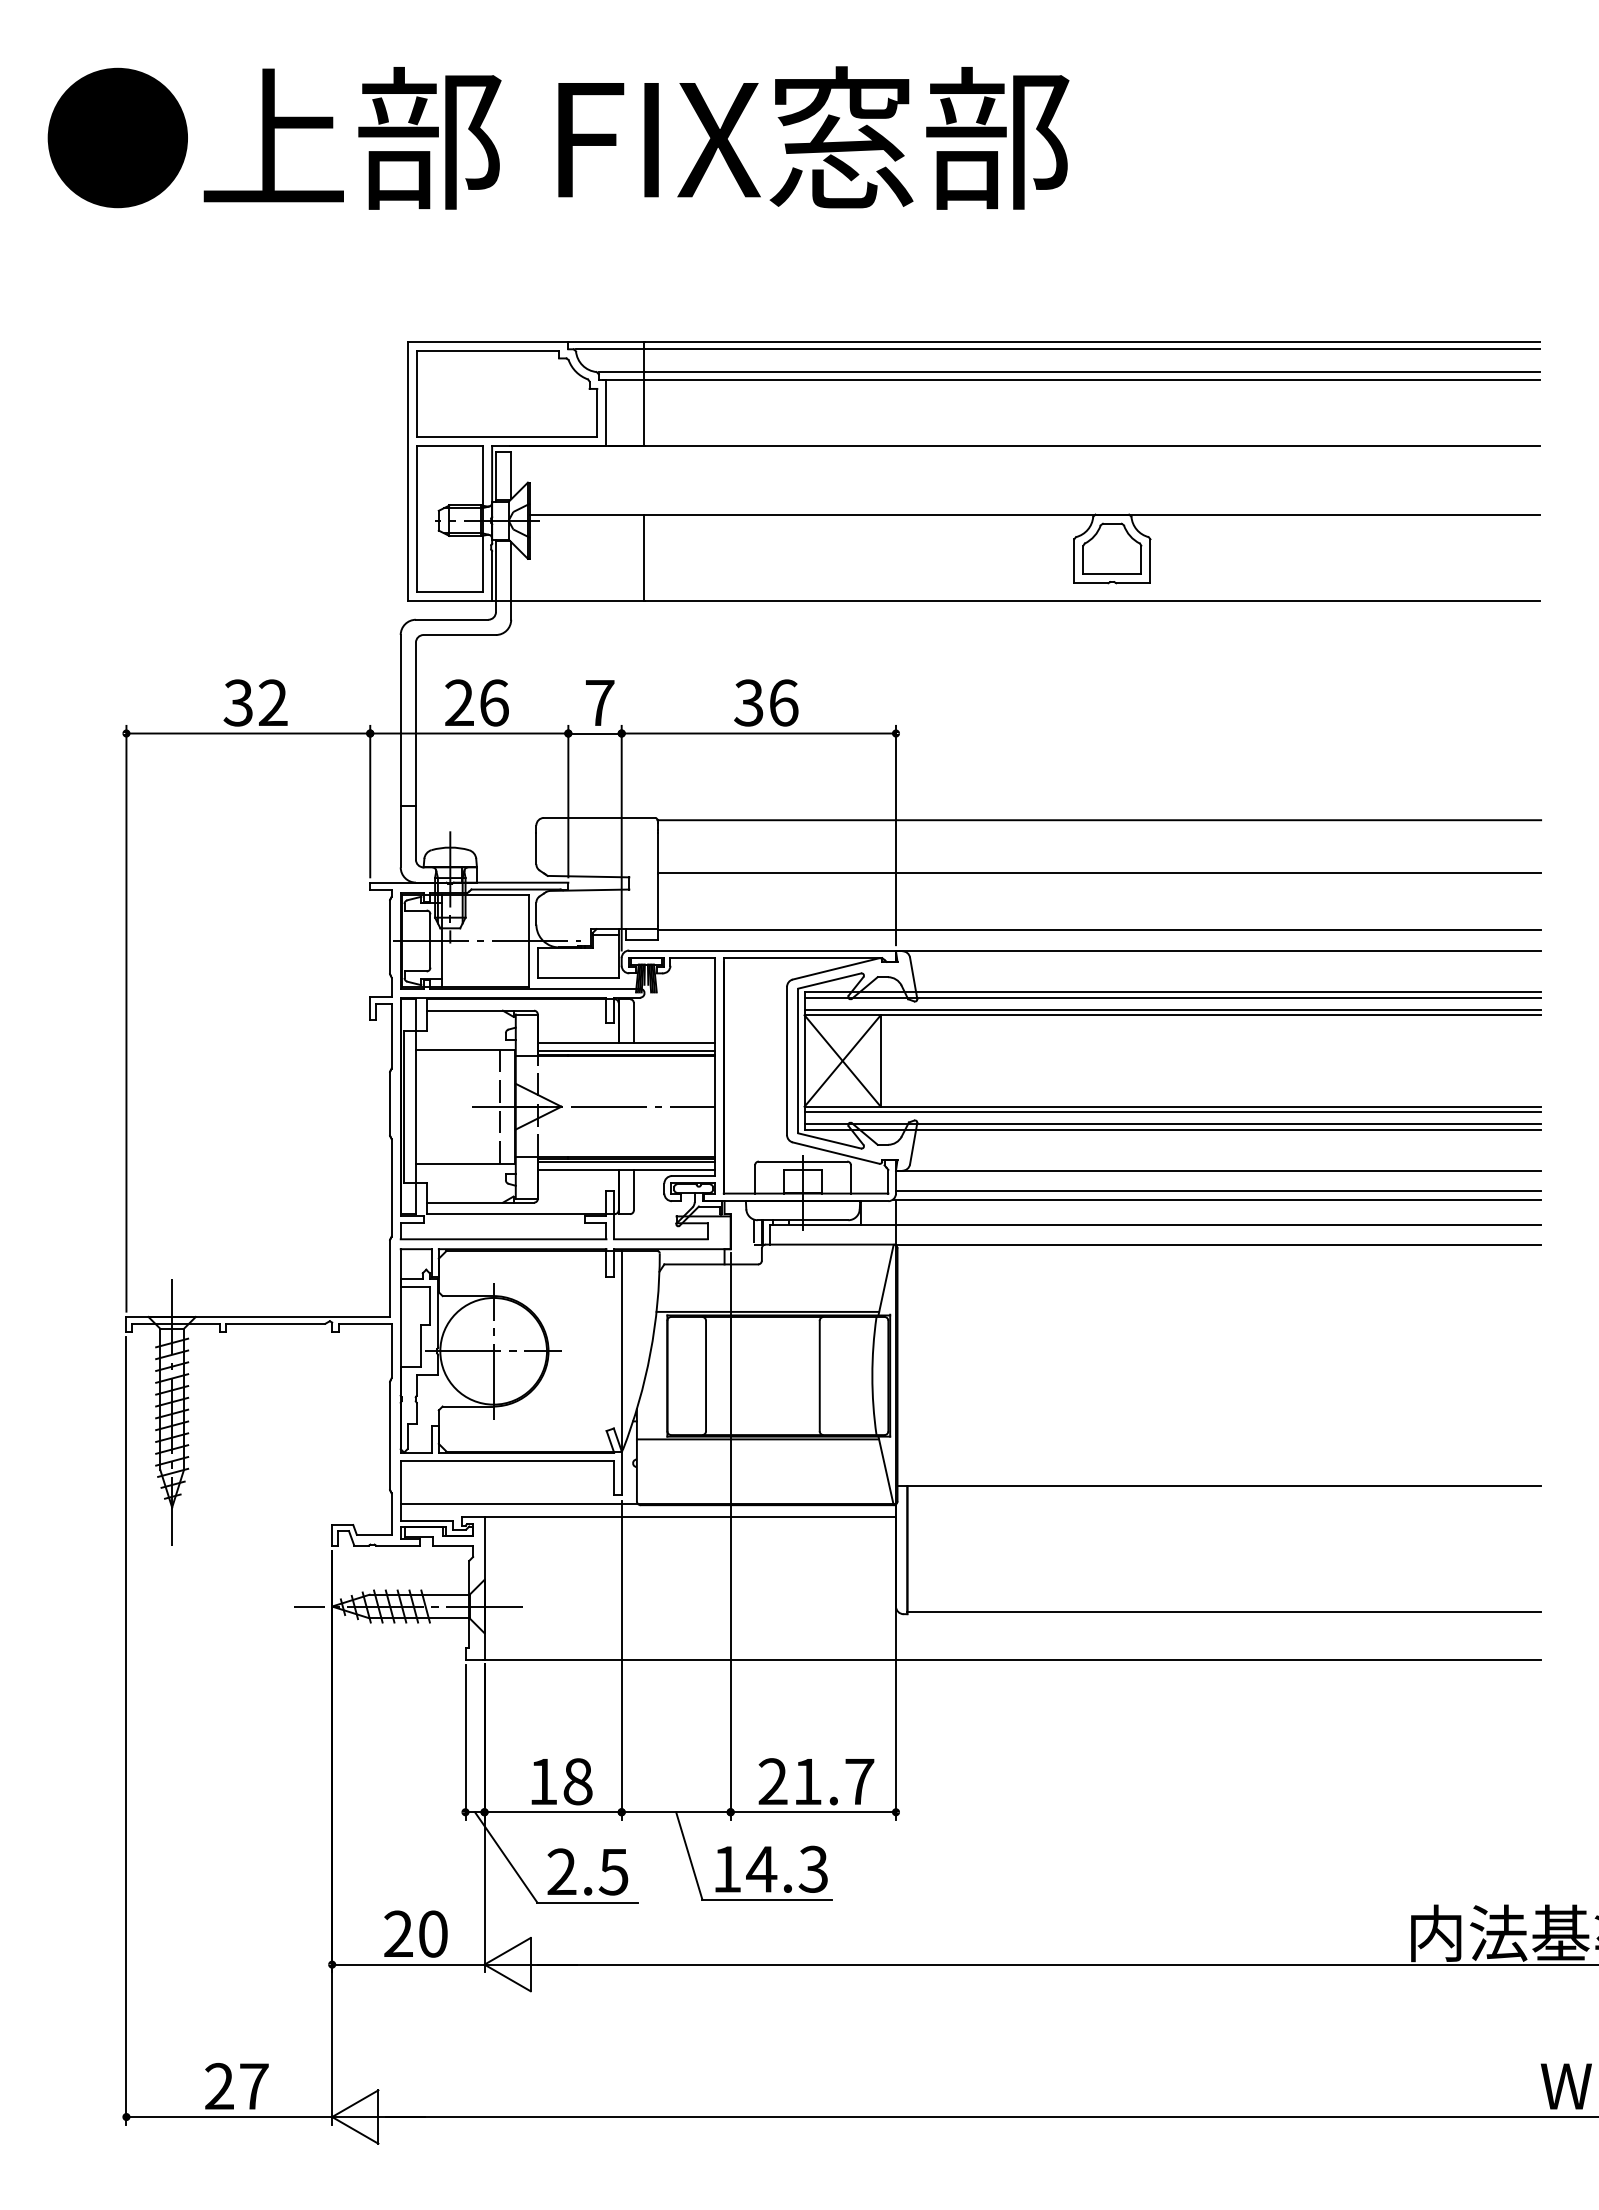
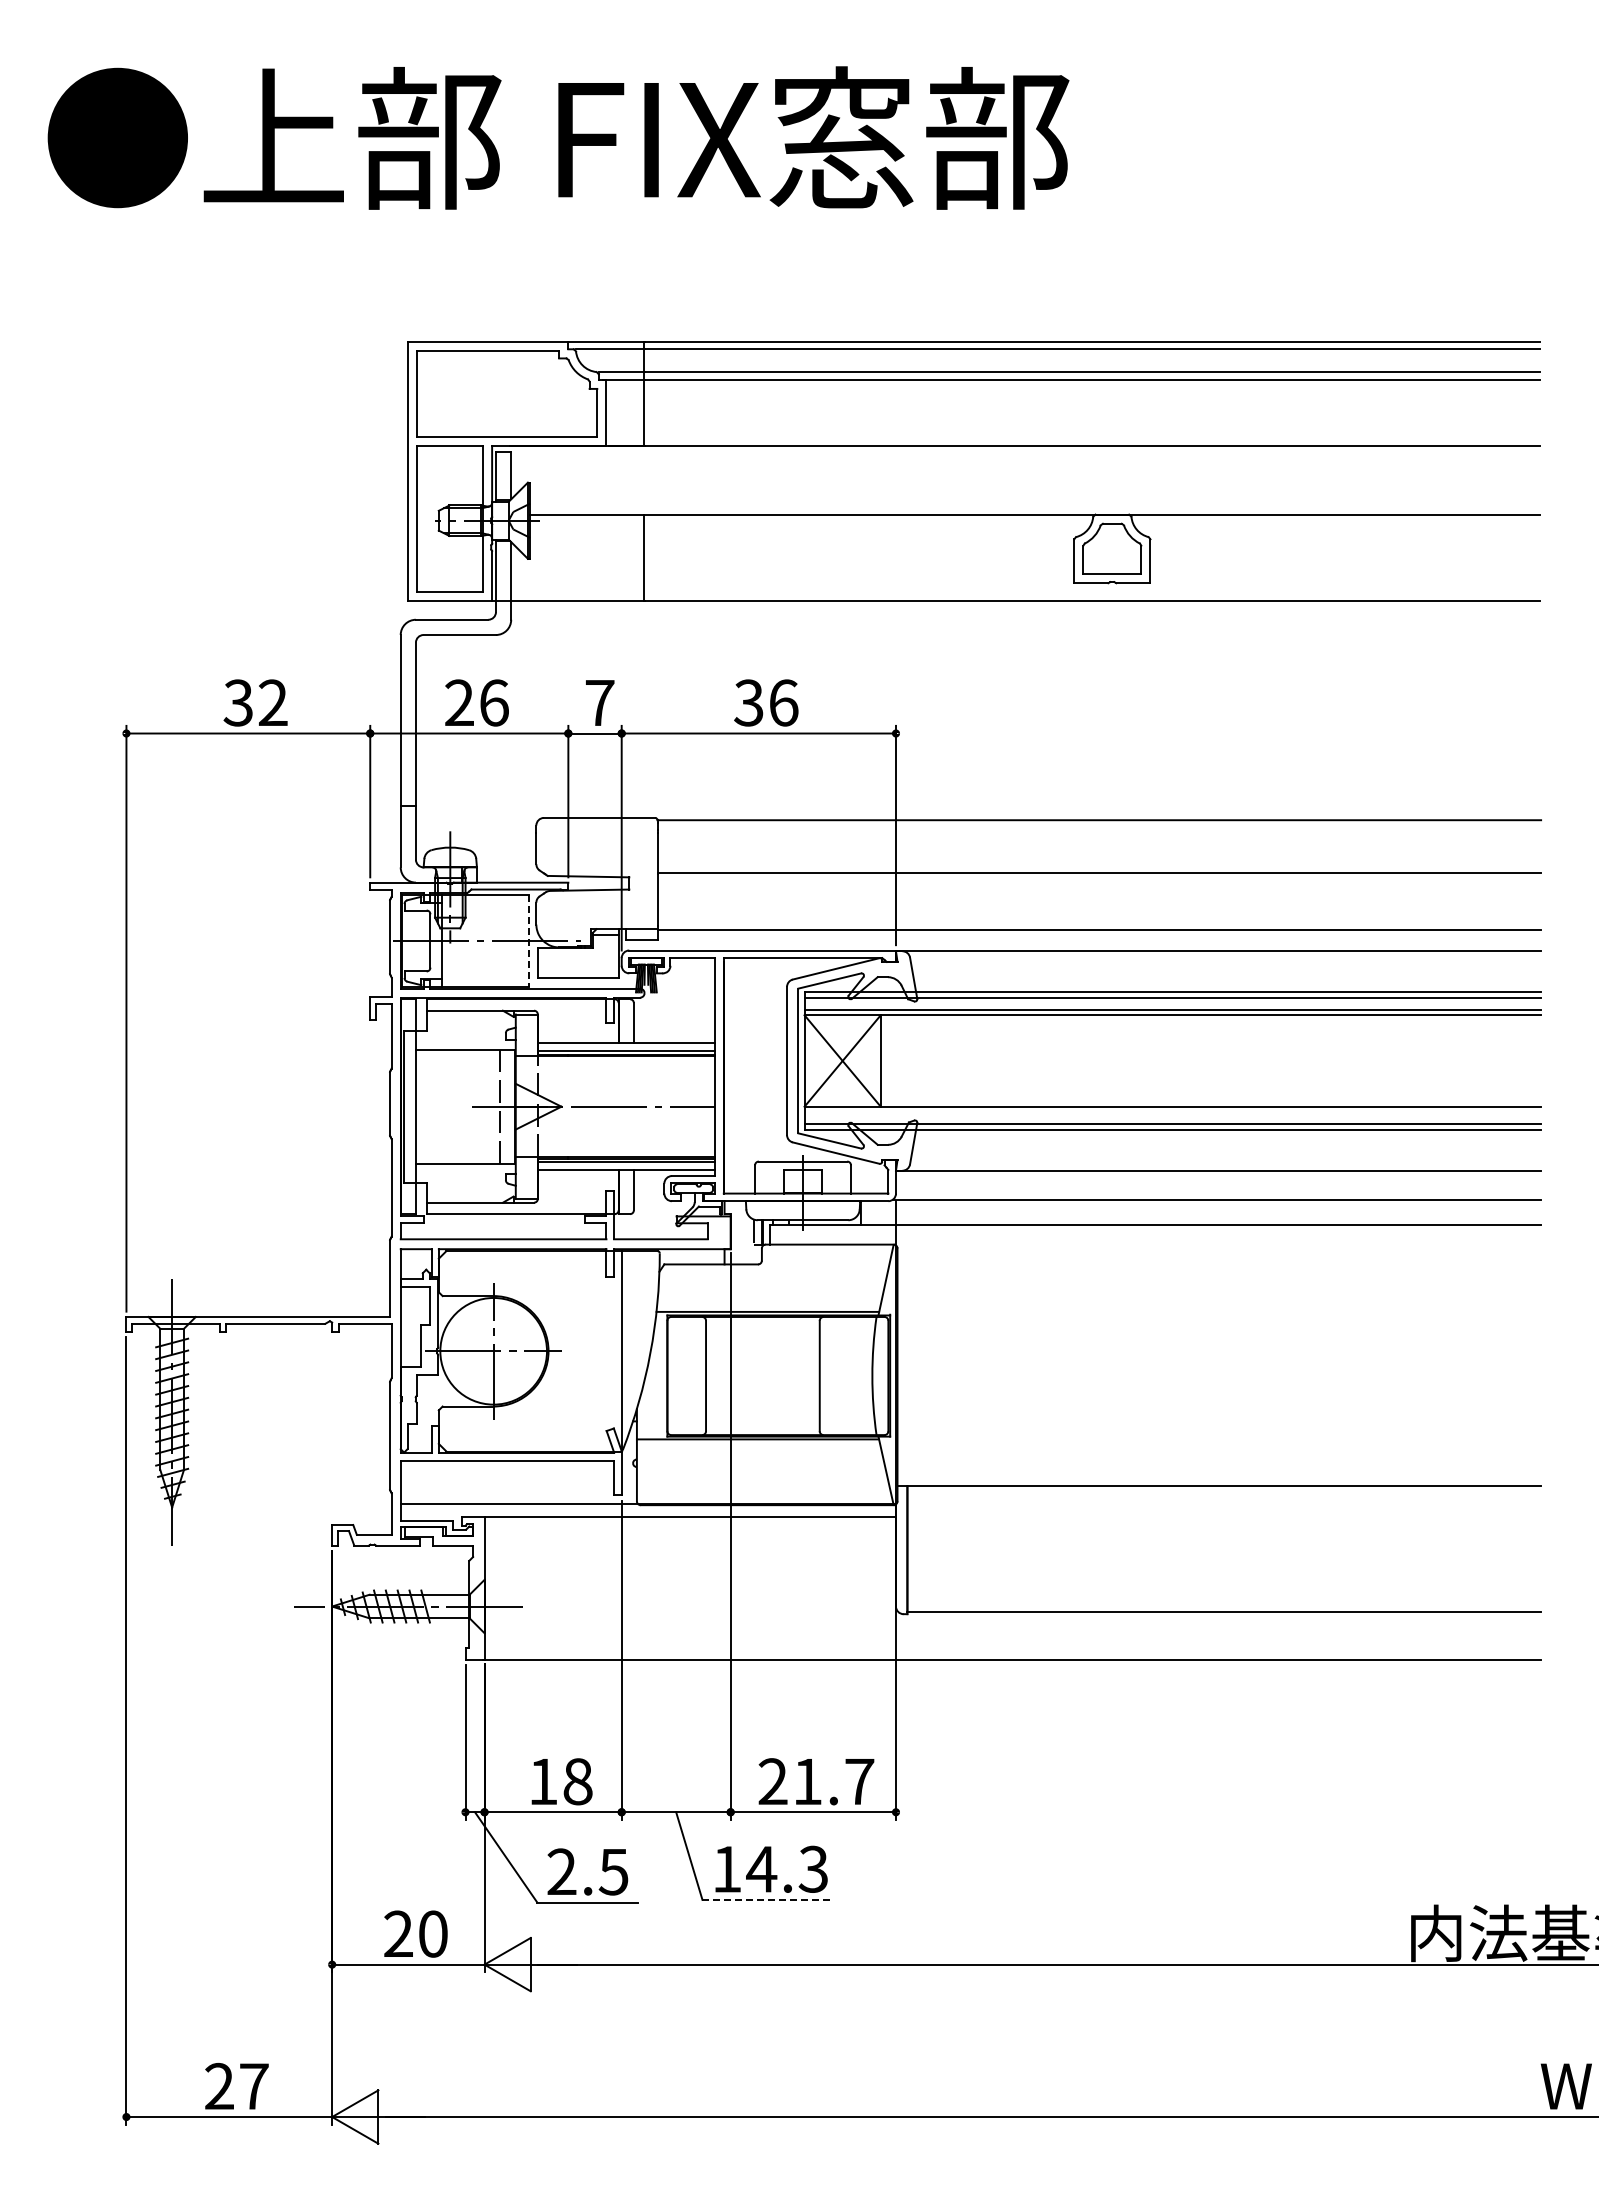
line at (528, 941): solid -> dashed
line at (1172, 1112): present -> none
line at (1218, 1190): present -> none
line at (1218, 1245): present -> none
line at (767, 1899): solid -> dashed
